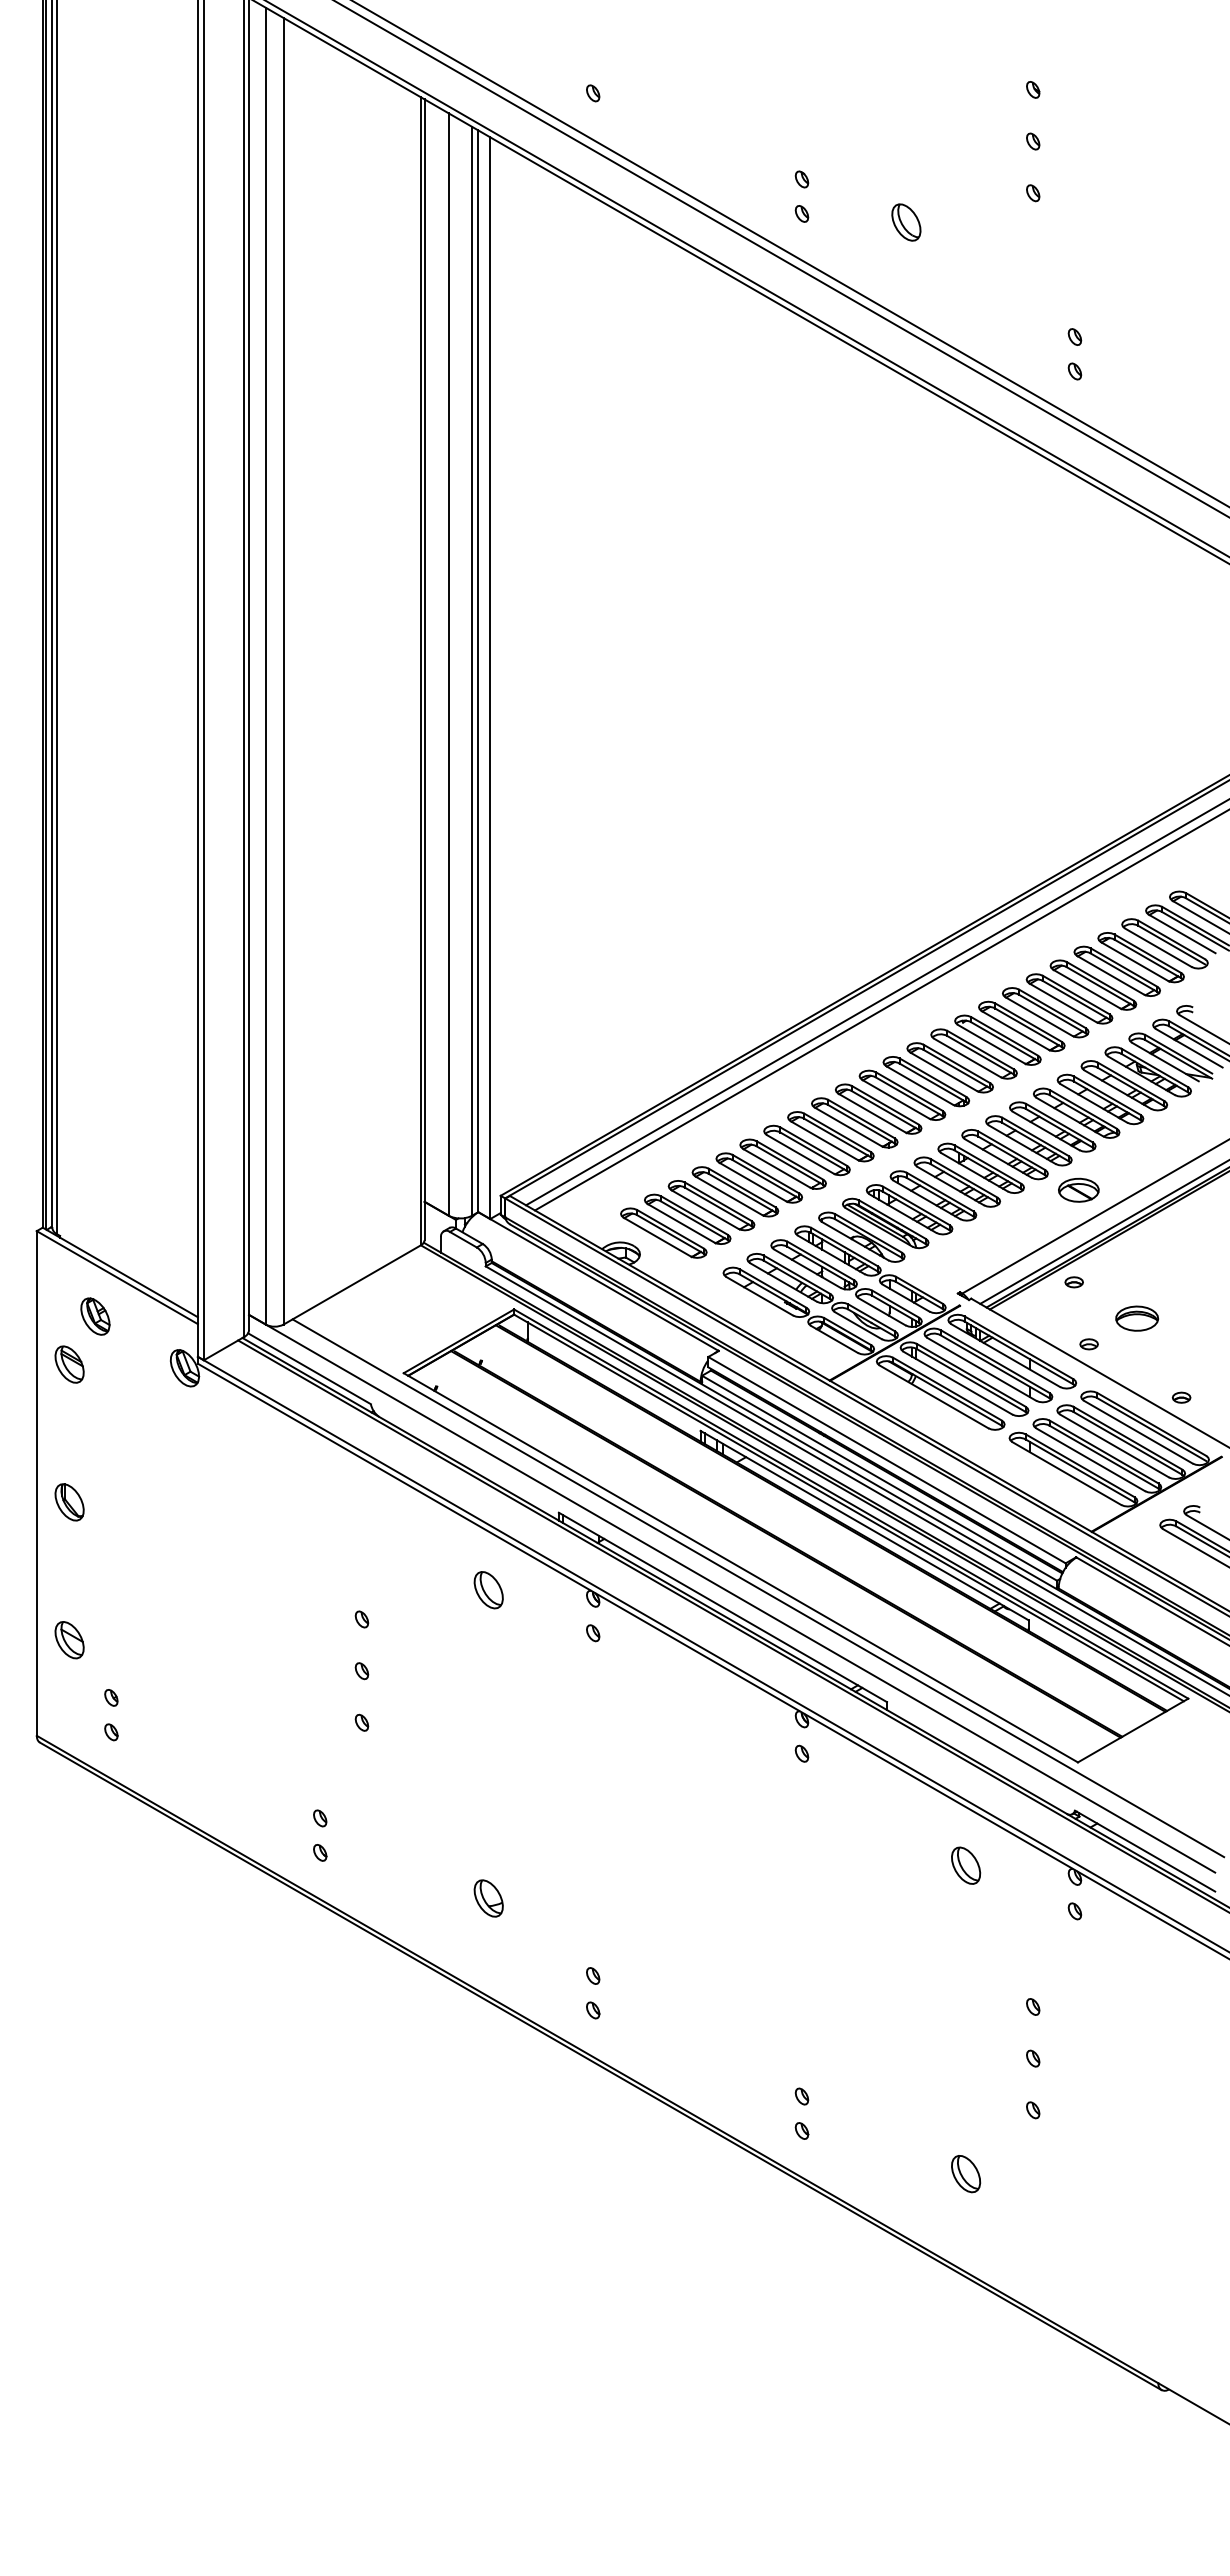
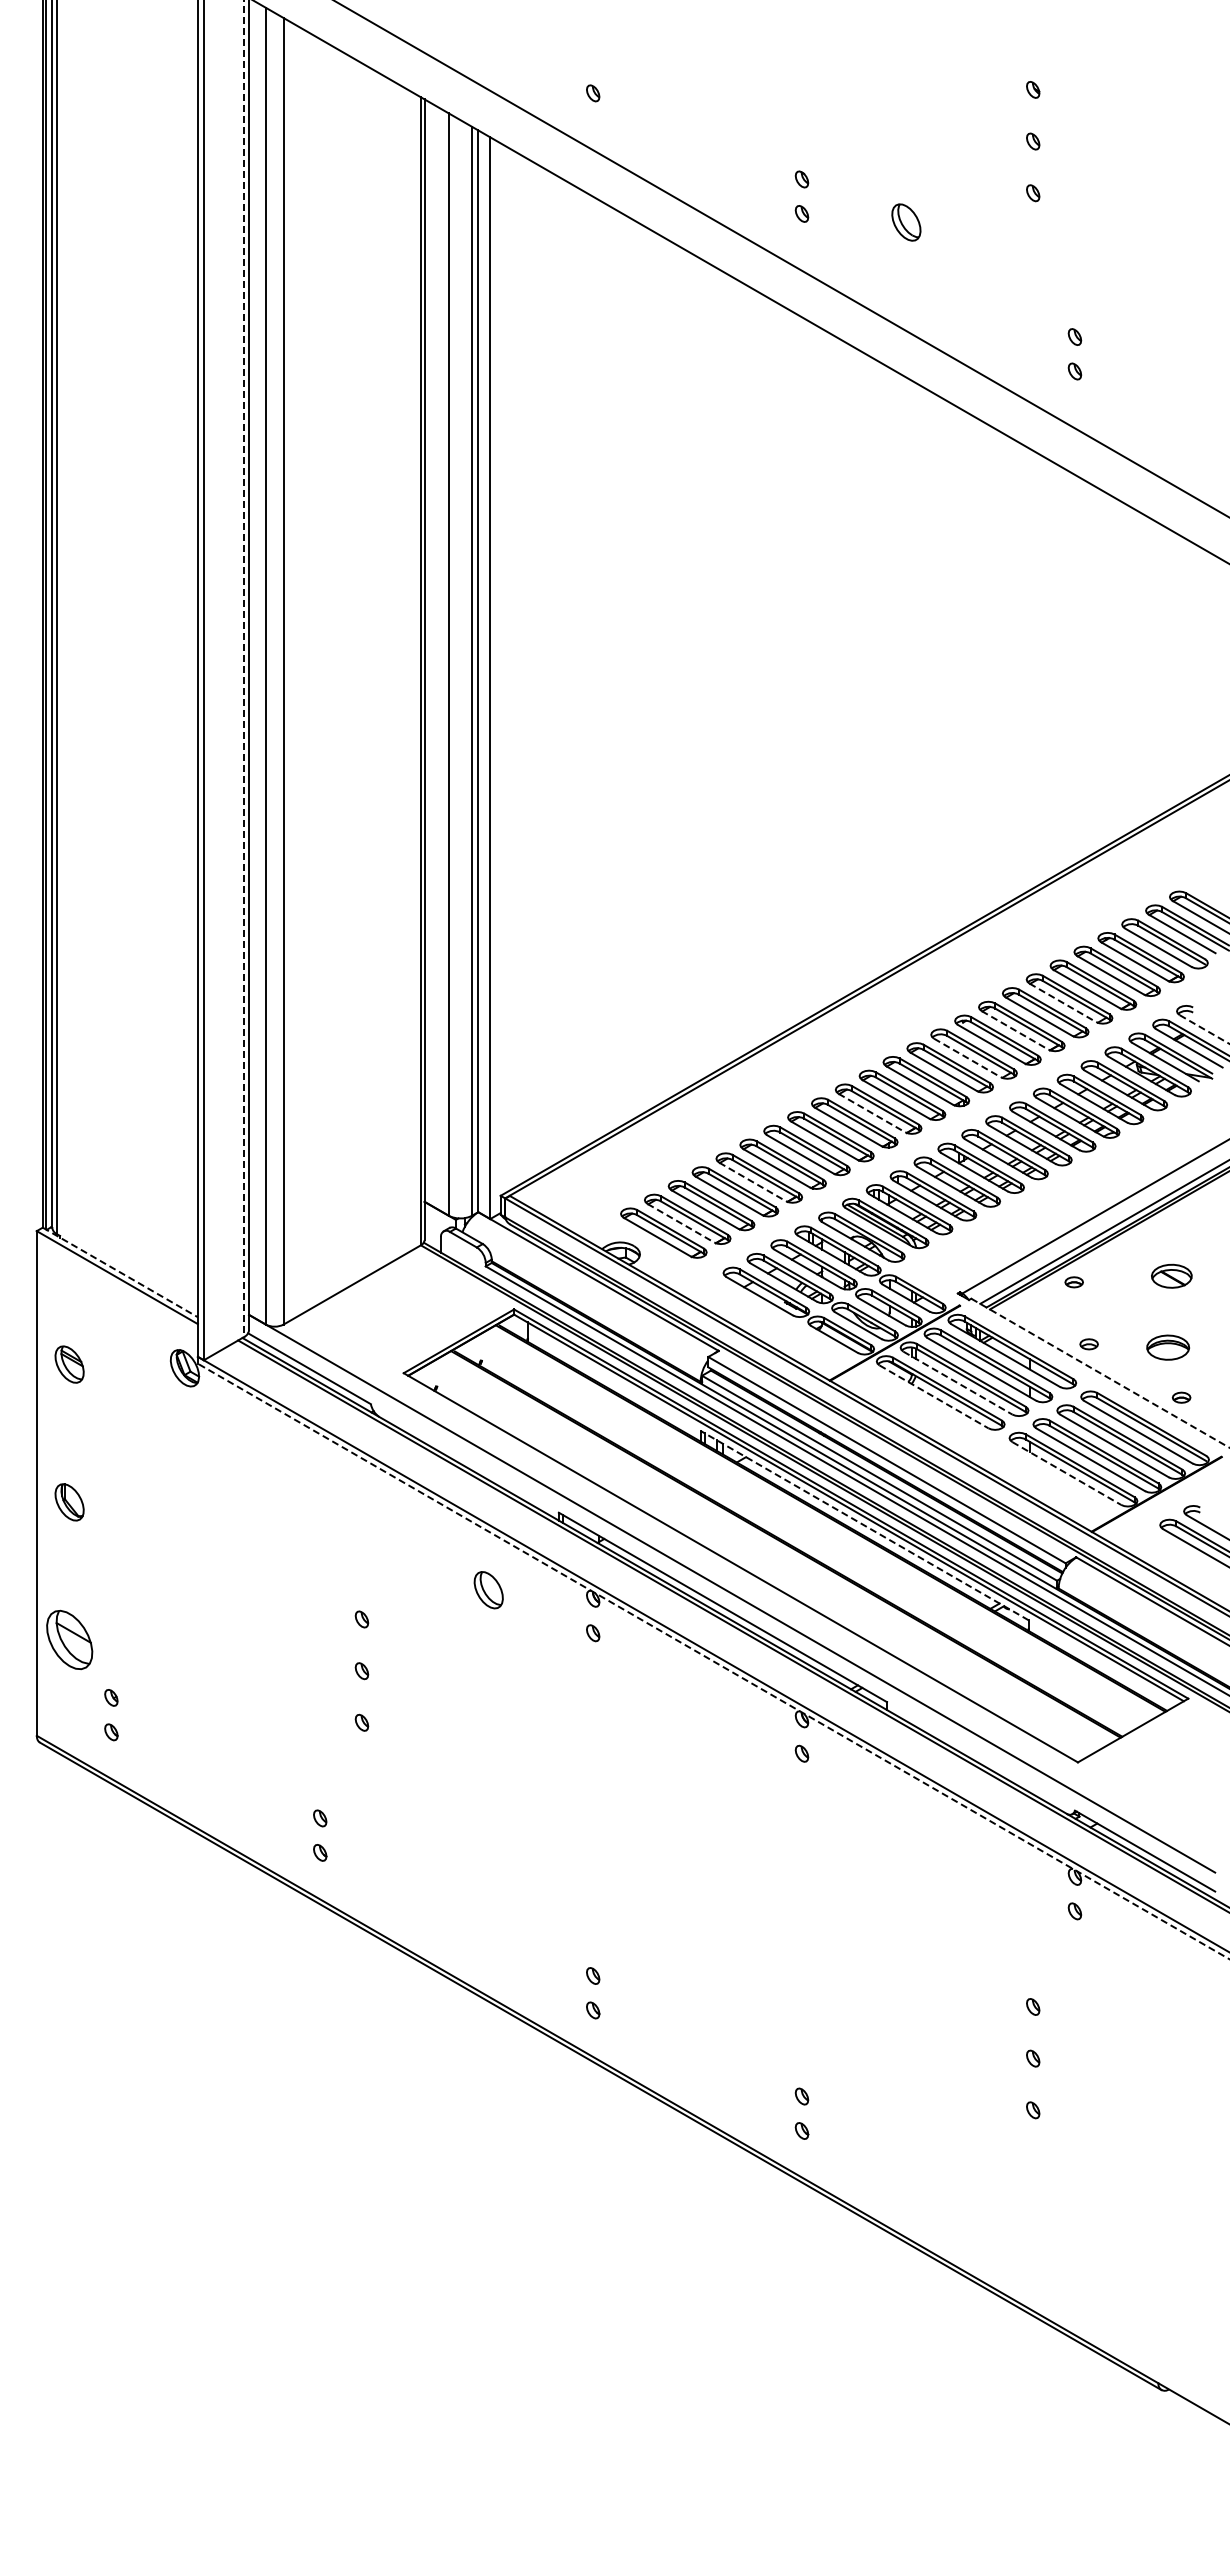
line at (790, 253): present -> none
line at (747, 278): present -> none
line at (244, 669): solid -> dashed
line at (876, 1002): present -> none
line at (1062, 1002): solid -> dashed
line at (880, 1010): present -> none
line at (1204, 1029): solid -> dashed
line at (1015, 1030): solid -> dashed
line at (967, 1057): solid -> dashed
line at (871, 1113): solid -> dashed
line at (752, 1181): solid -> dashed
part at (1078, 1189) position: (1078, 1189) -> (1171, 1275)
line at (681, 1223): solid -> dashed
line at (120, 1272): solid -> dashed
part at (95, 1316): present -> none
part at (1137, 1318) position: (1137, 1318) -> (1168, 1347)
line at (1101, 1373): solid -> dashed
line at (957, 1383): solid -> dashed
line at (934, 1396): solid -> dashed
line at (1066, 1473): solid -> dashed
line at (864, 1525): solid -> dashed
line at (758, 1588): present -> none
part at (69, 1640) size: 31x39 px -> 48x62 px
line at (713, 1661): solid -> dashed
part at (966, 1865): present -> none
part at (488, 1898): present -> none
part at (966, 2174): present -> none
